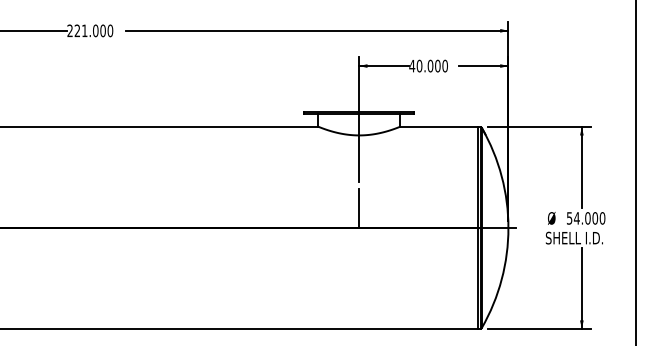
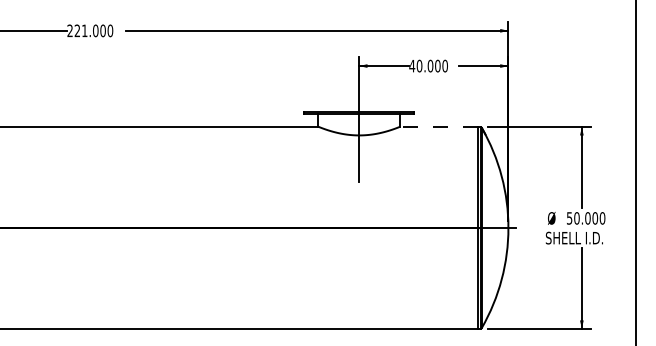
line at (439, 126): solid -> dashed
line at (359, 208): present -> none
text at (576, 218): 54.000 -> 50.000
